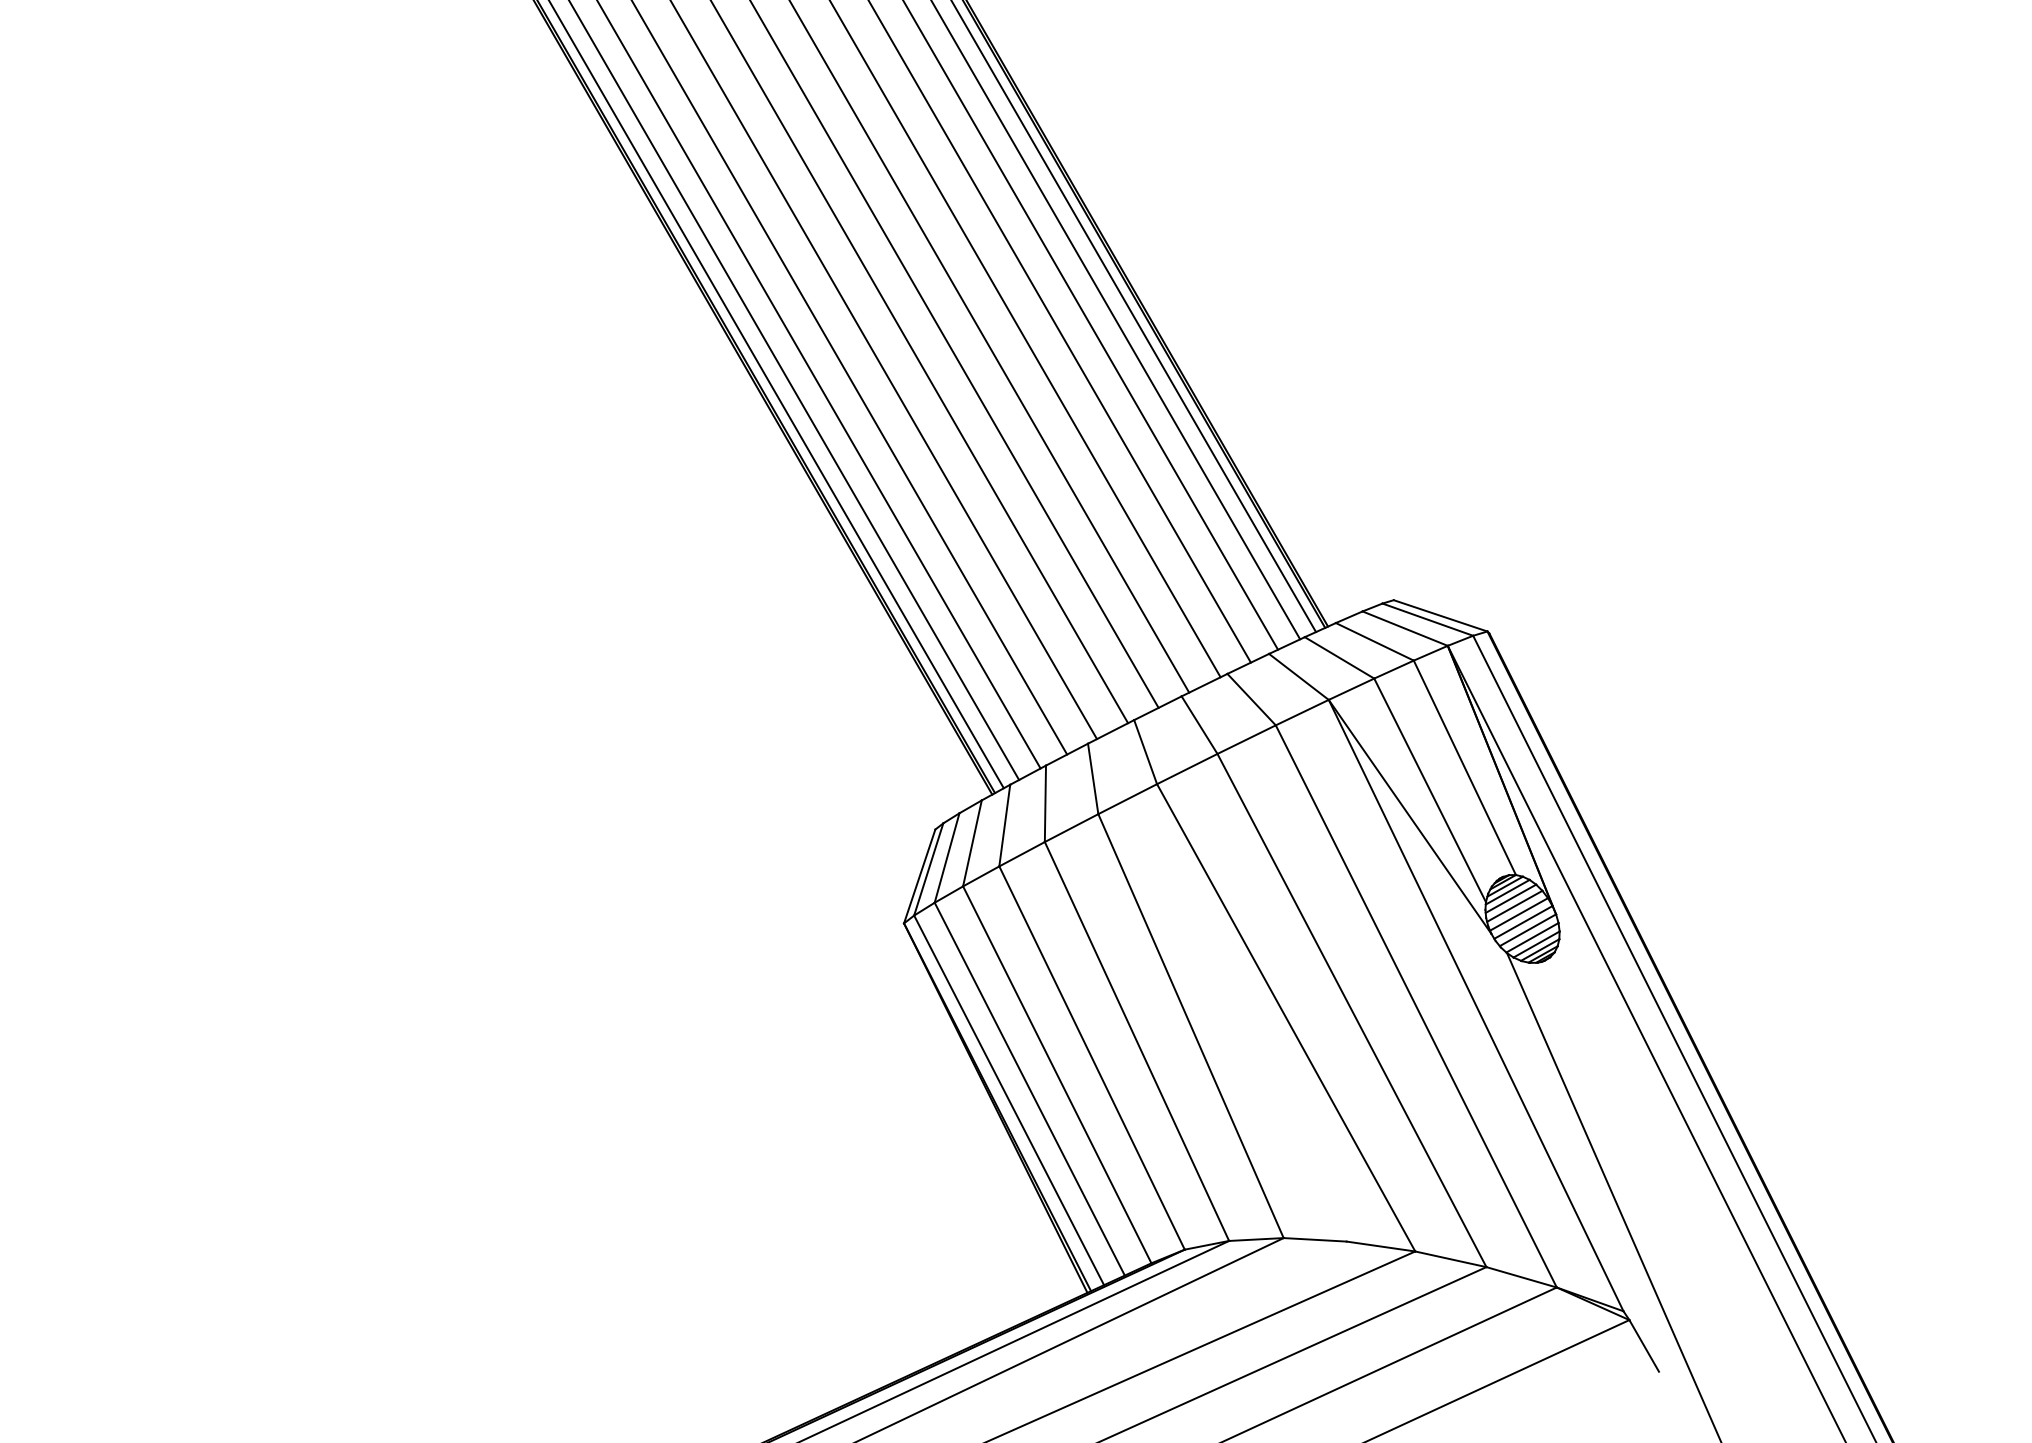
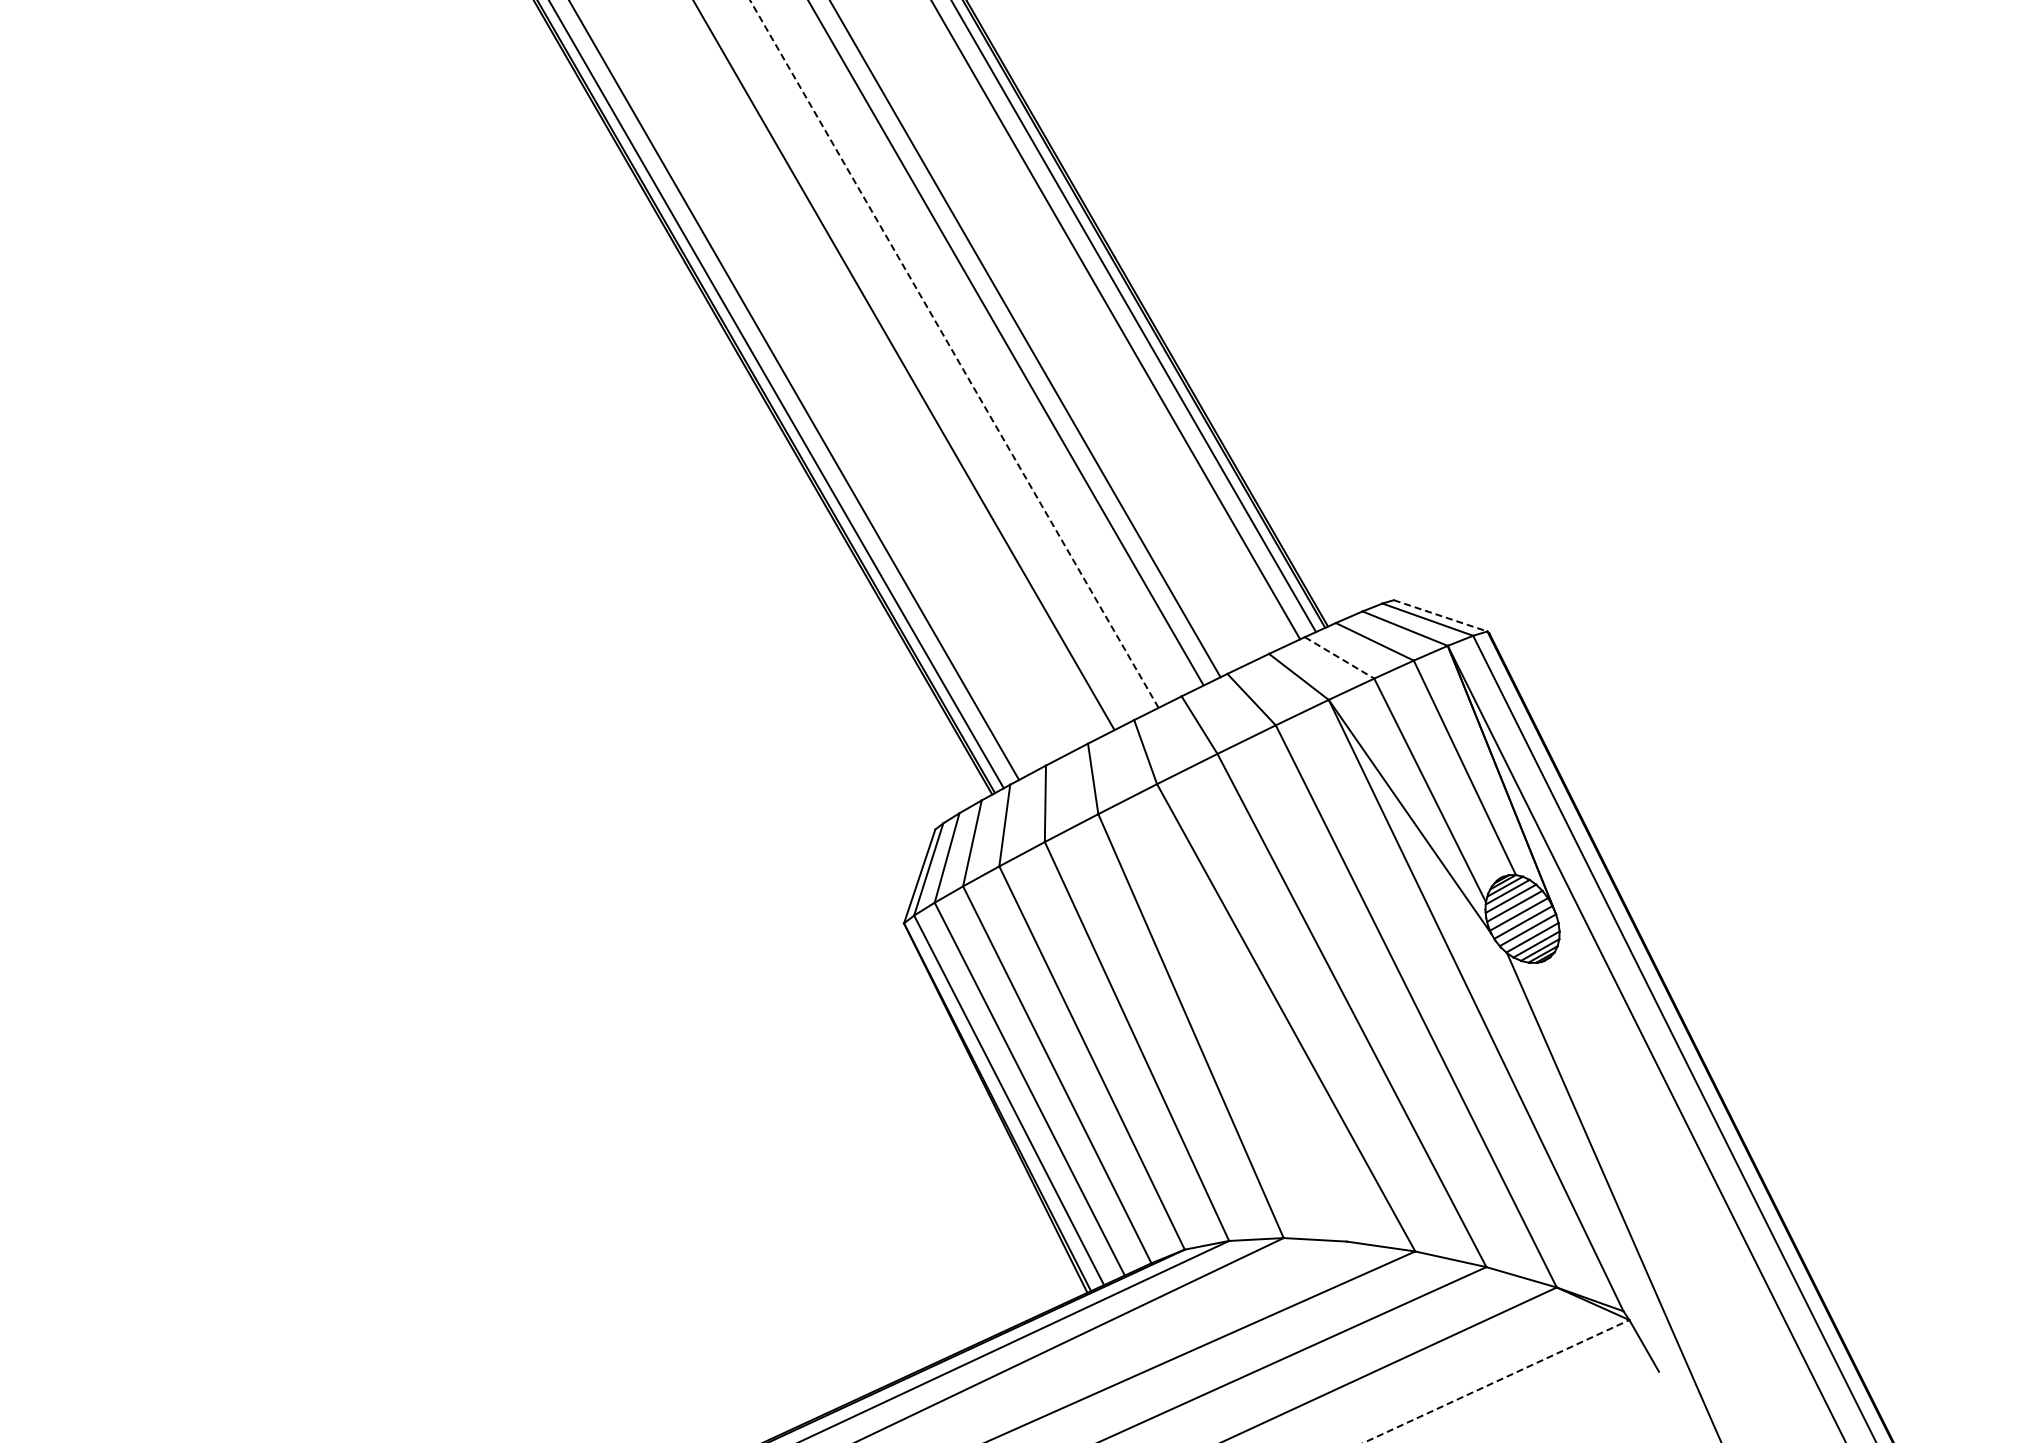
line at (1091, 325): present -> none
line at (1059, 332): present -> none
line at (989, 347) position: (989, 347) -> (1006, 343)
line at (954, 353): solid -> dashed
line at (920, 362): present -> none
line at (883, 370) position: (883, 370) -> (903, 365)
line at (850, 378): present -> none
line at (819, 385): present -> none
line at (1441, 616): solid -> dashed
line at (1339, 658): solid -> dashed
line at (1496, 1381): solid -> dashed
